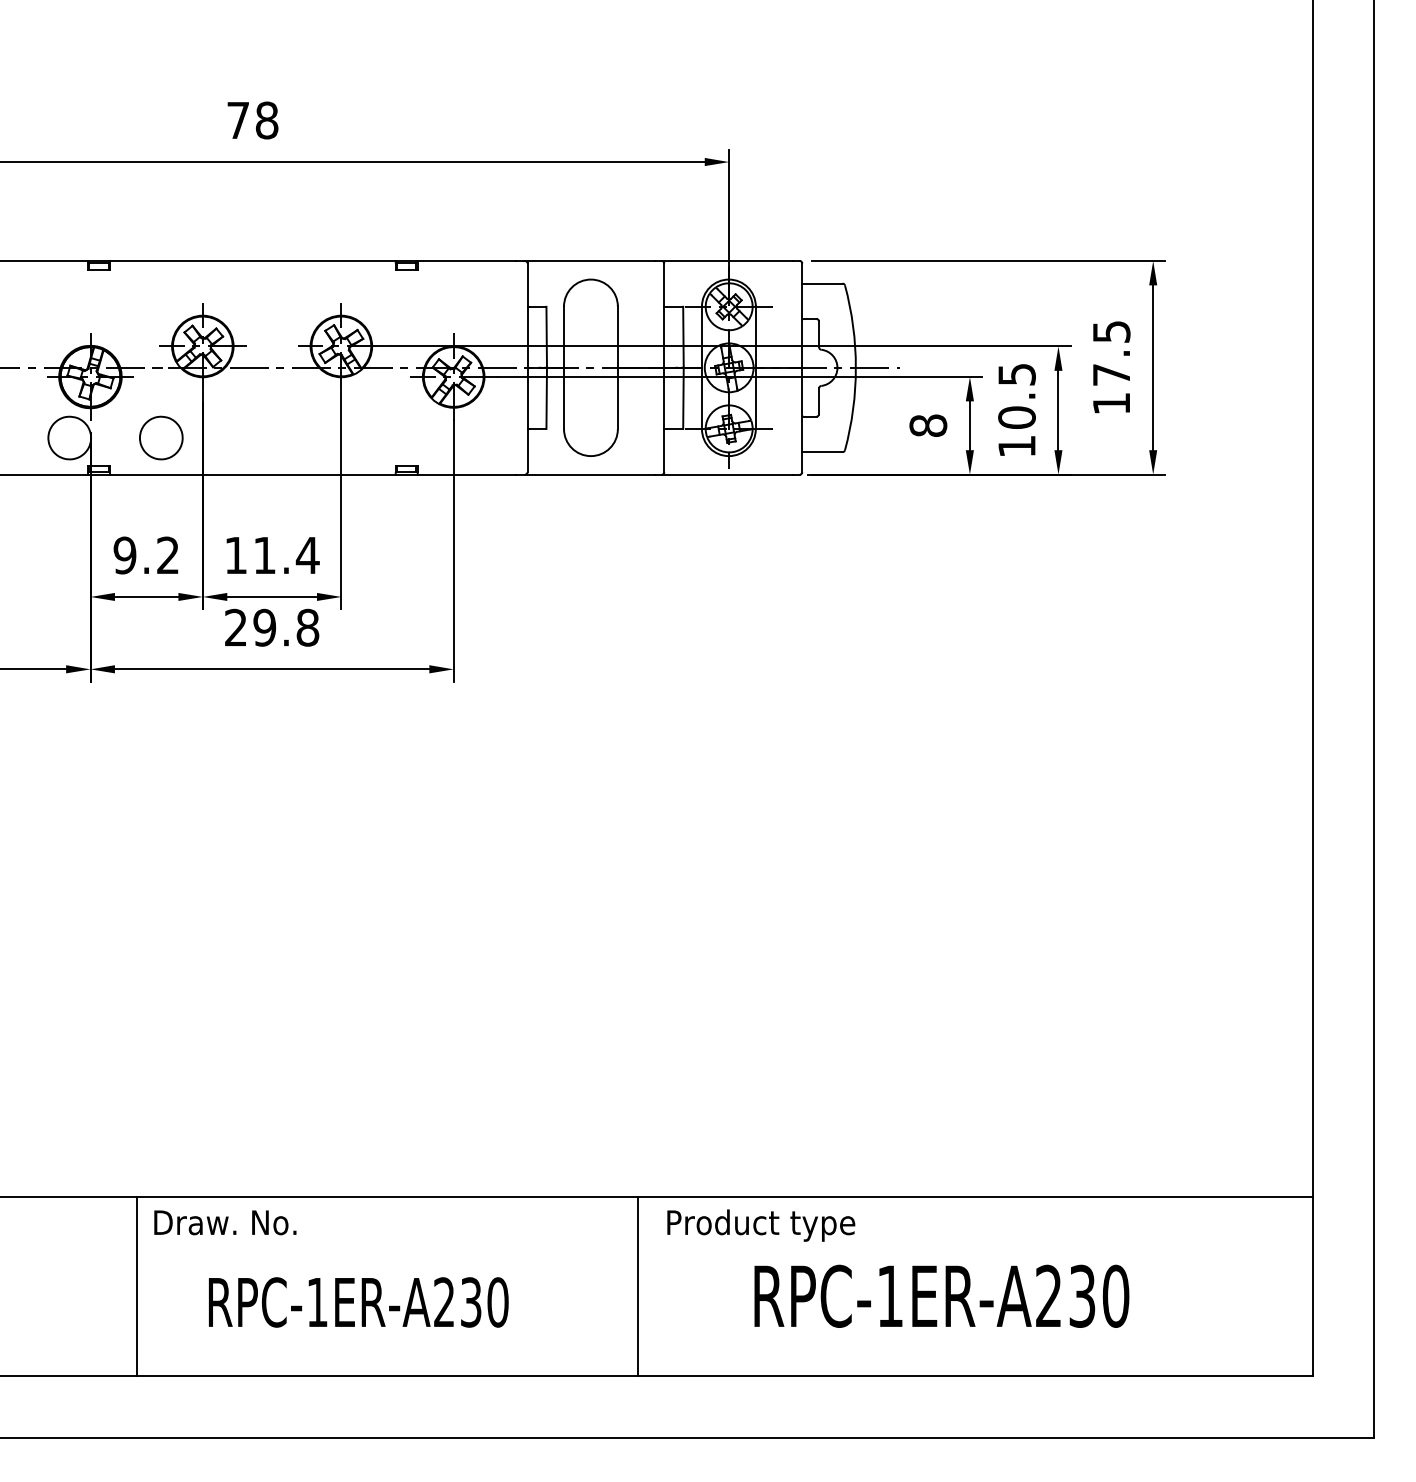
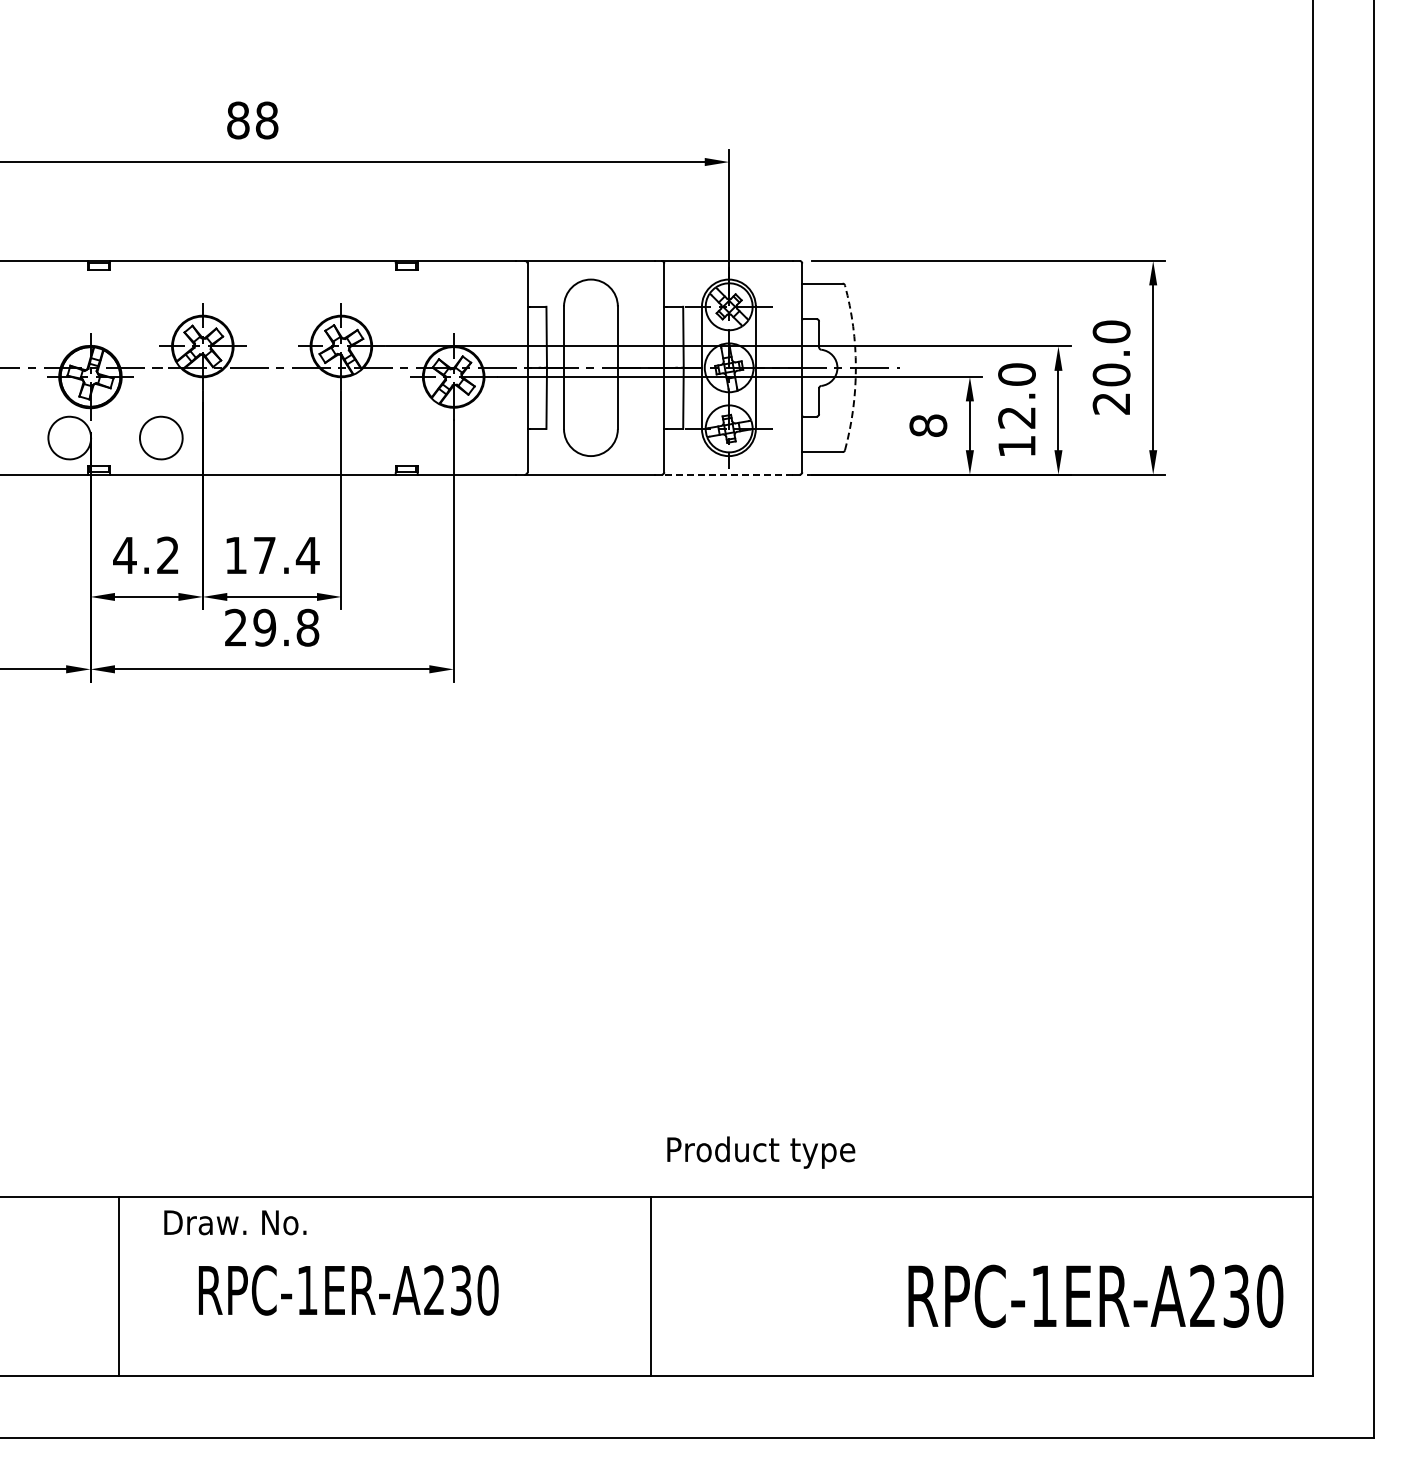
text at (238, 120): 78 -> 88
arc at (855, 367): solid -> dashed
text at (1111, 367): 17.5 -> 20.0
text at (1016, 395): 10.5 -> 12.0
line at (726, 474): solid -> dashed
text at (124, 555): 9.2 -> 4.2
text at (264, 555): 11.4 -> 17.4
text at (225, 1222) position: (225, 1222) -> (235, 1222)
text at (761, 1225) position: (761, 1225) -> (761, 1152)
line at (136, 1286) position: (136, 1286) -> (118, 1286)
line at (637, 1286) position: (637, 1286) -> (650, 1286)
text at (941, 1295) position: (941, 1295) -> (1095, 1295)
text at (358, 1302) position: (358, 1302) -> (348, 1290)
